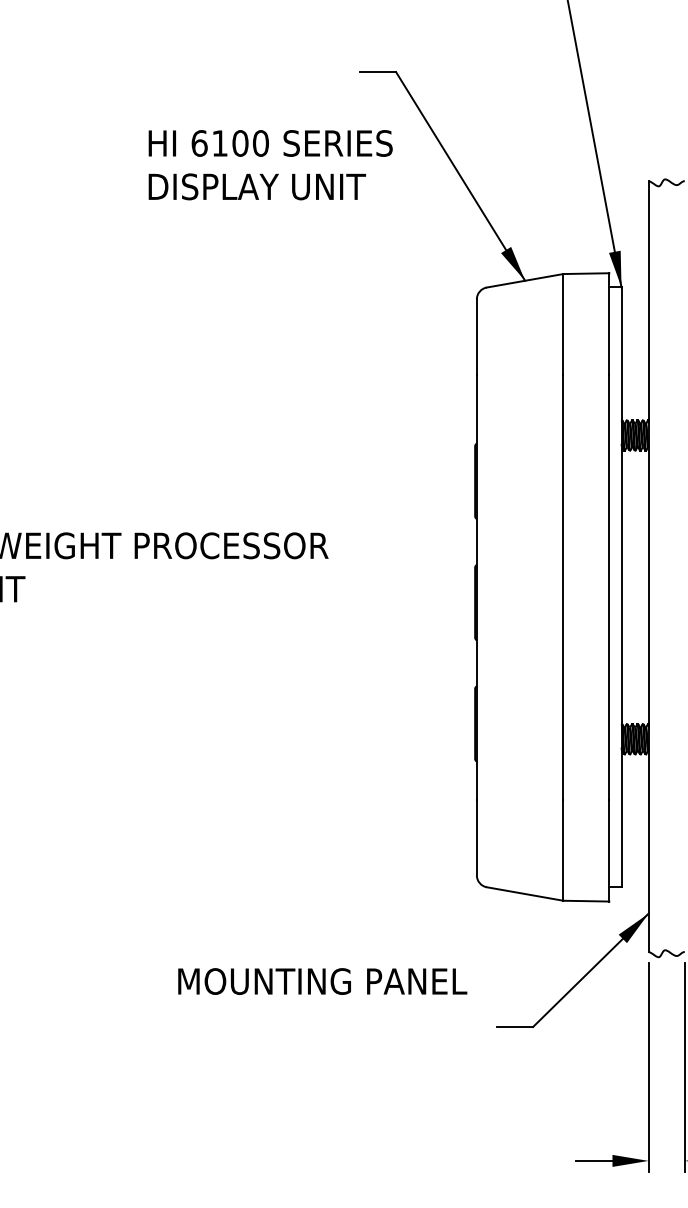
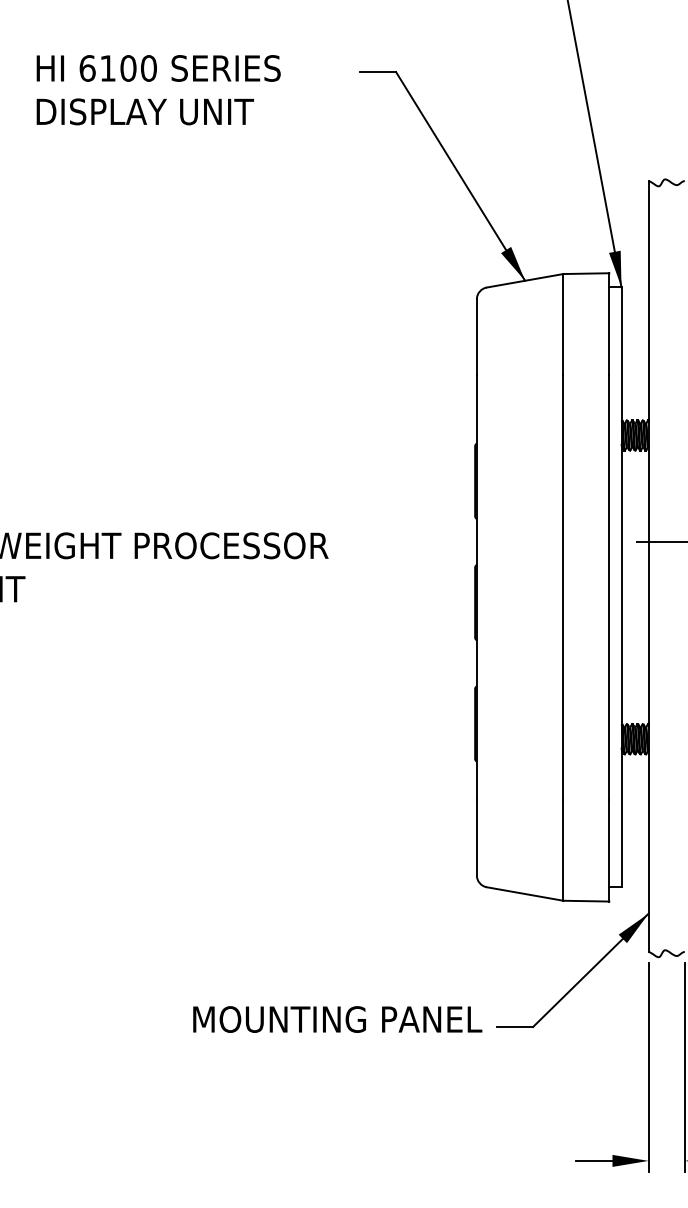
text at (270, 165) position: (270, 165) -> (158, 90)
line at (659, 541): none -> present
text at (322, 981) position: (322, 981) -> (337, 1019)
